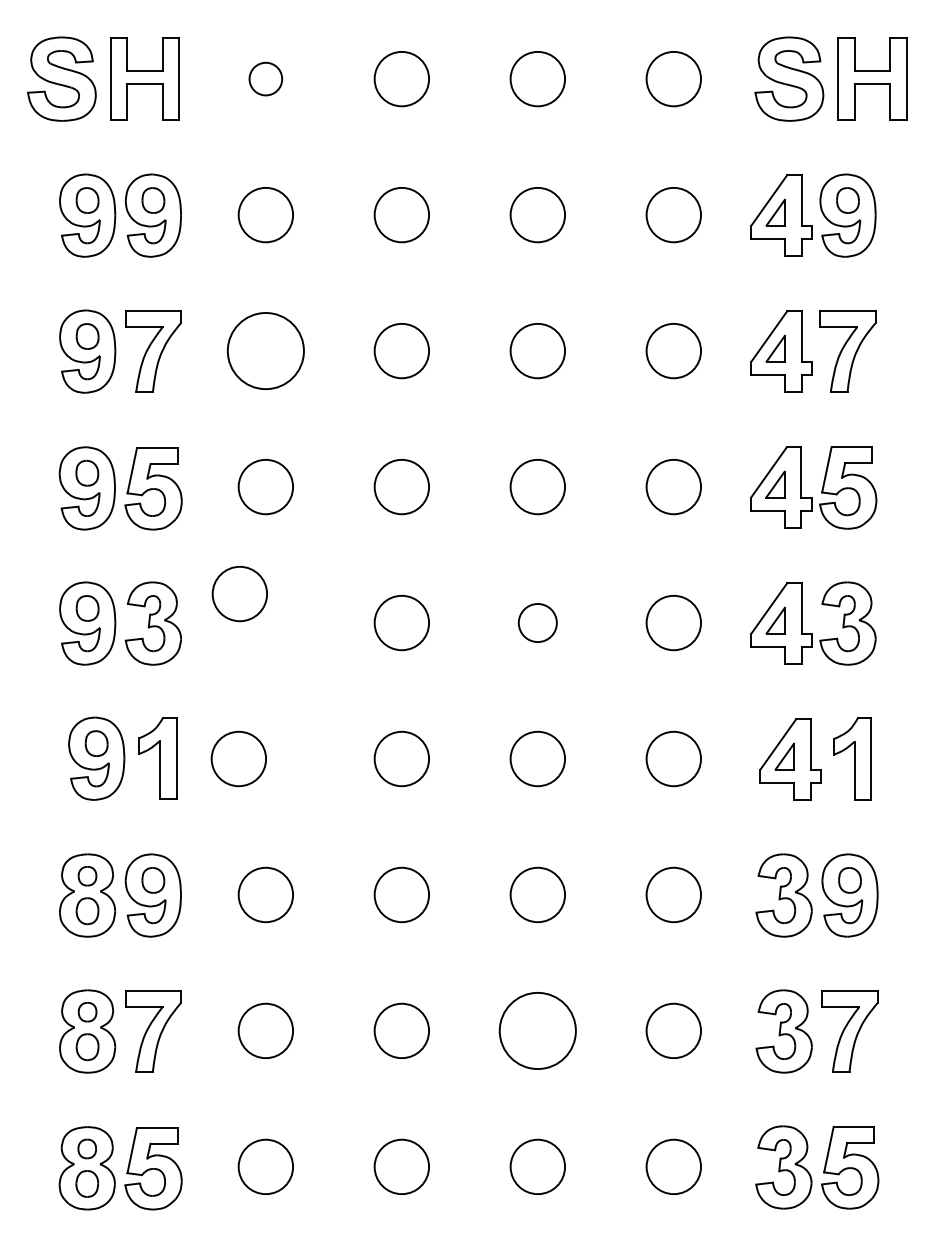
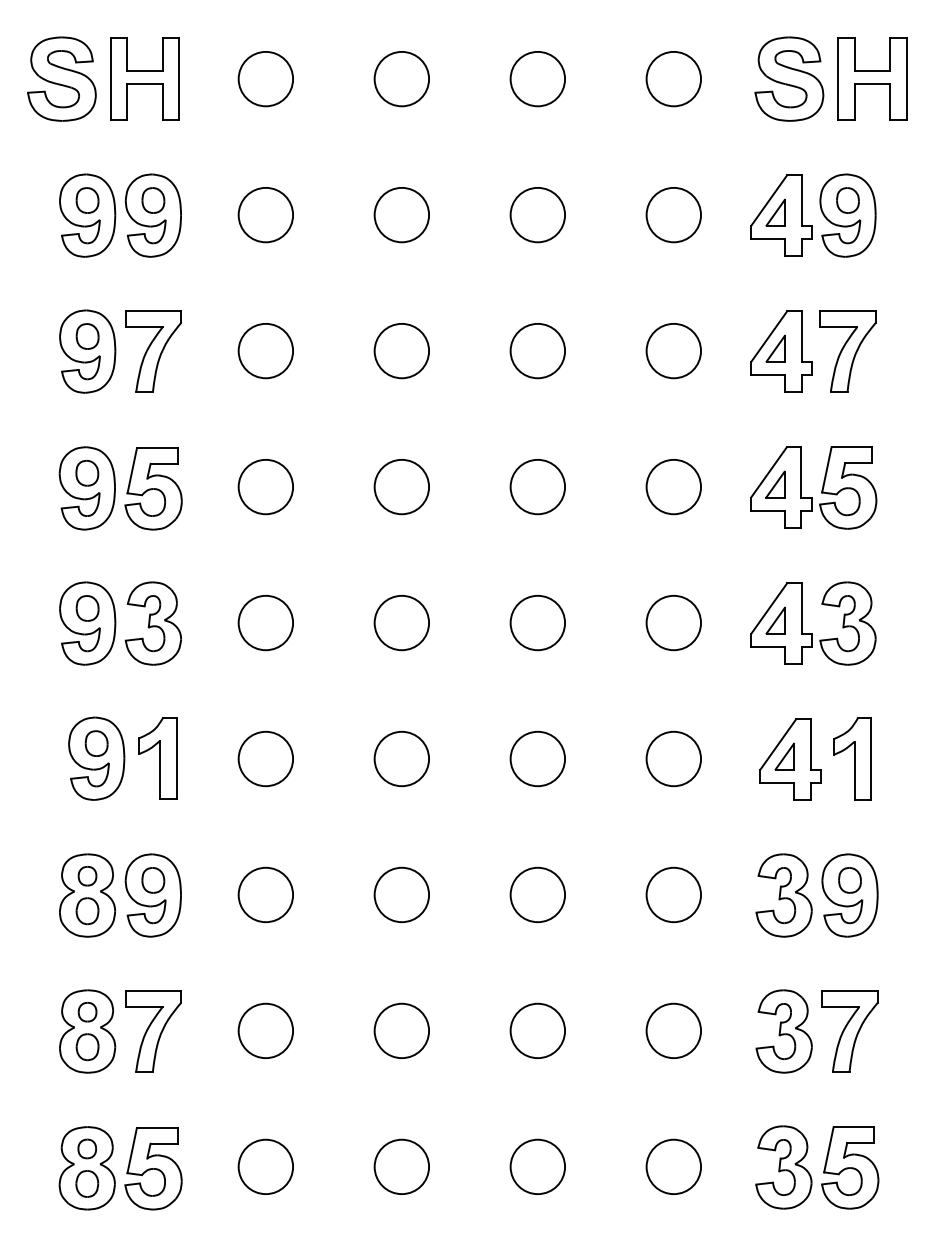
circle at (265, 78) diameter: 33 px -> 54 px
circle at (265, 351) diameter: 76 px -> 54 px
circle at (239, 594) position: (239, 594) -> (265, 623)
circle at (537, 622) diameter: 38 px -> 54 px
circle at (238, 758) position: (238, 758) -> (265, 758)
circle at (537, 1030) diameter: 76 px -> 54 px
